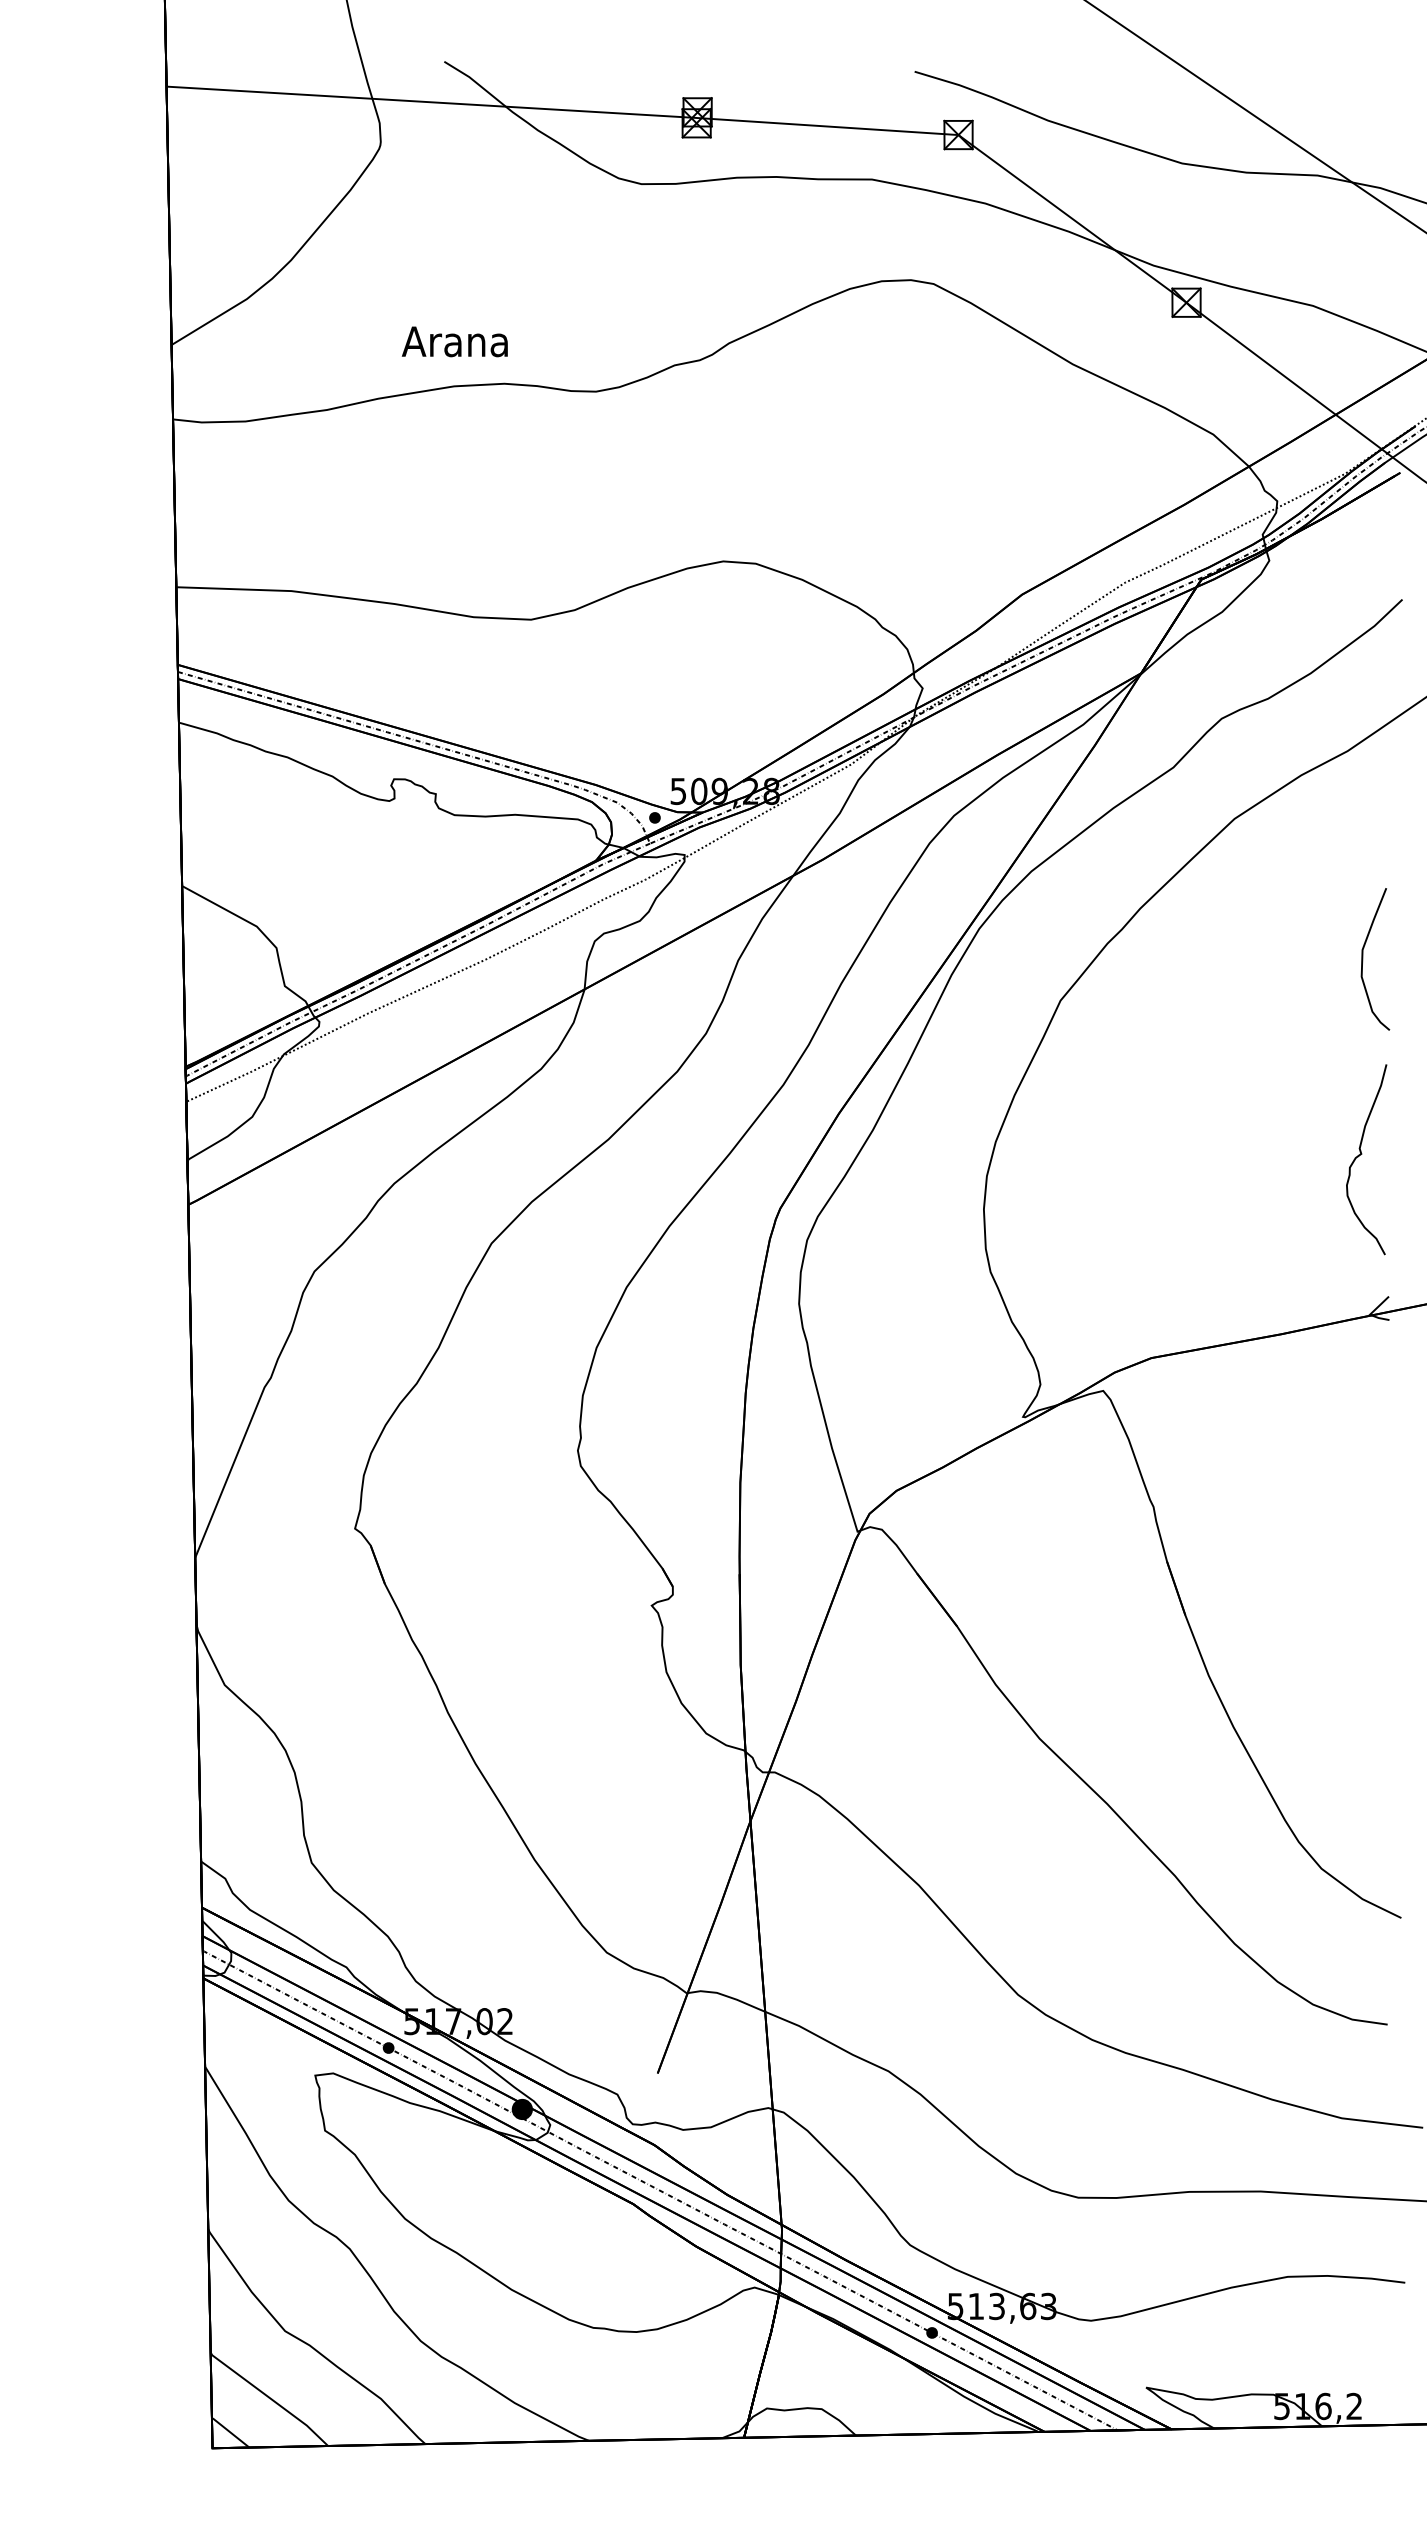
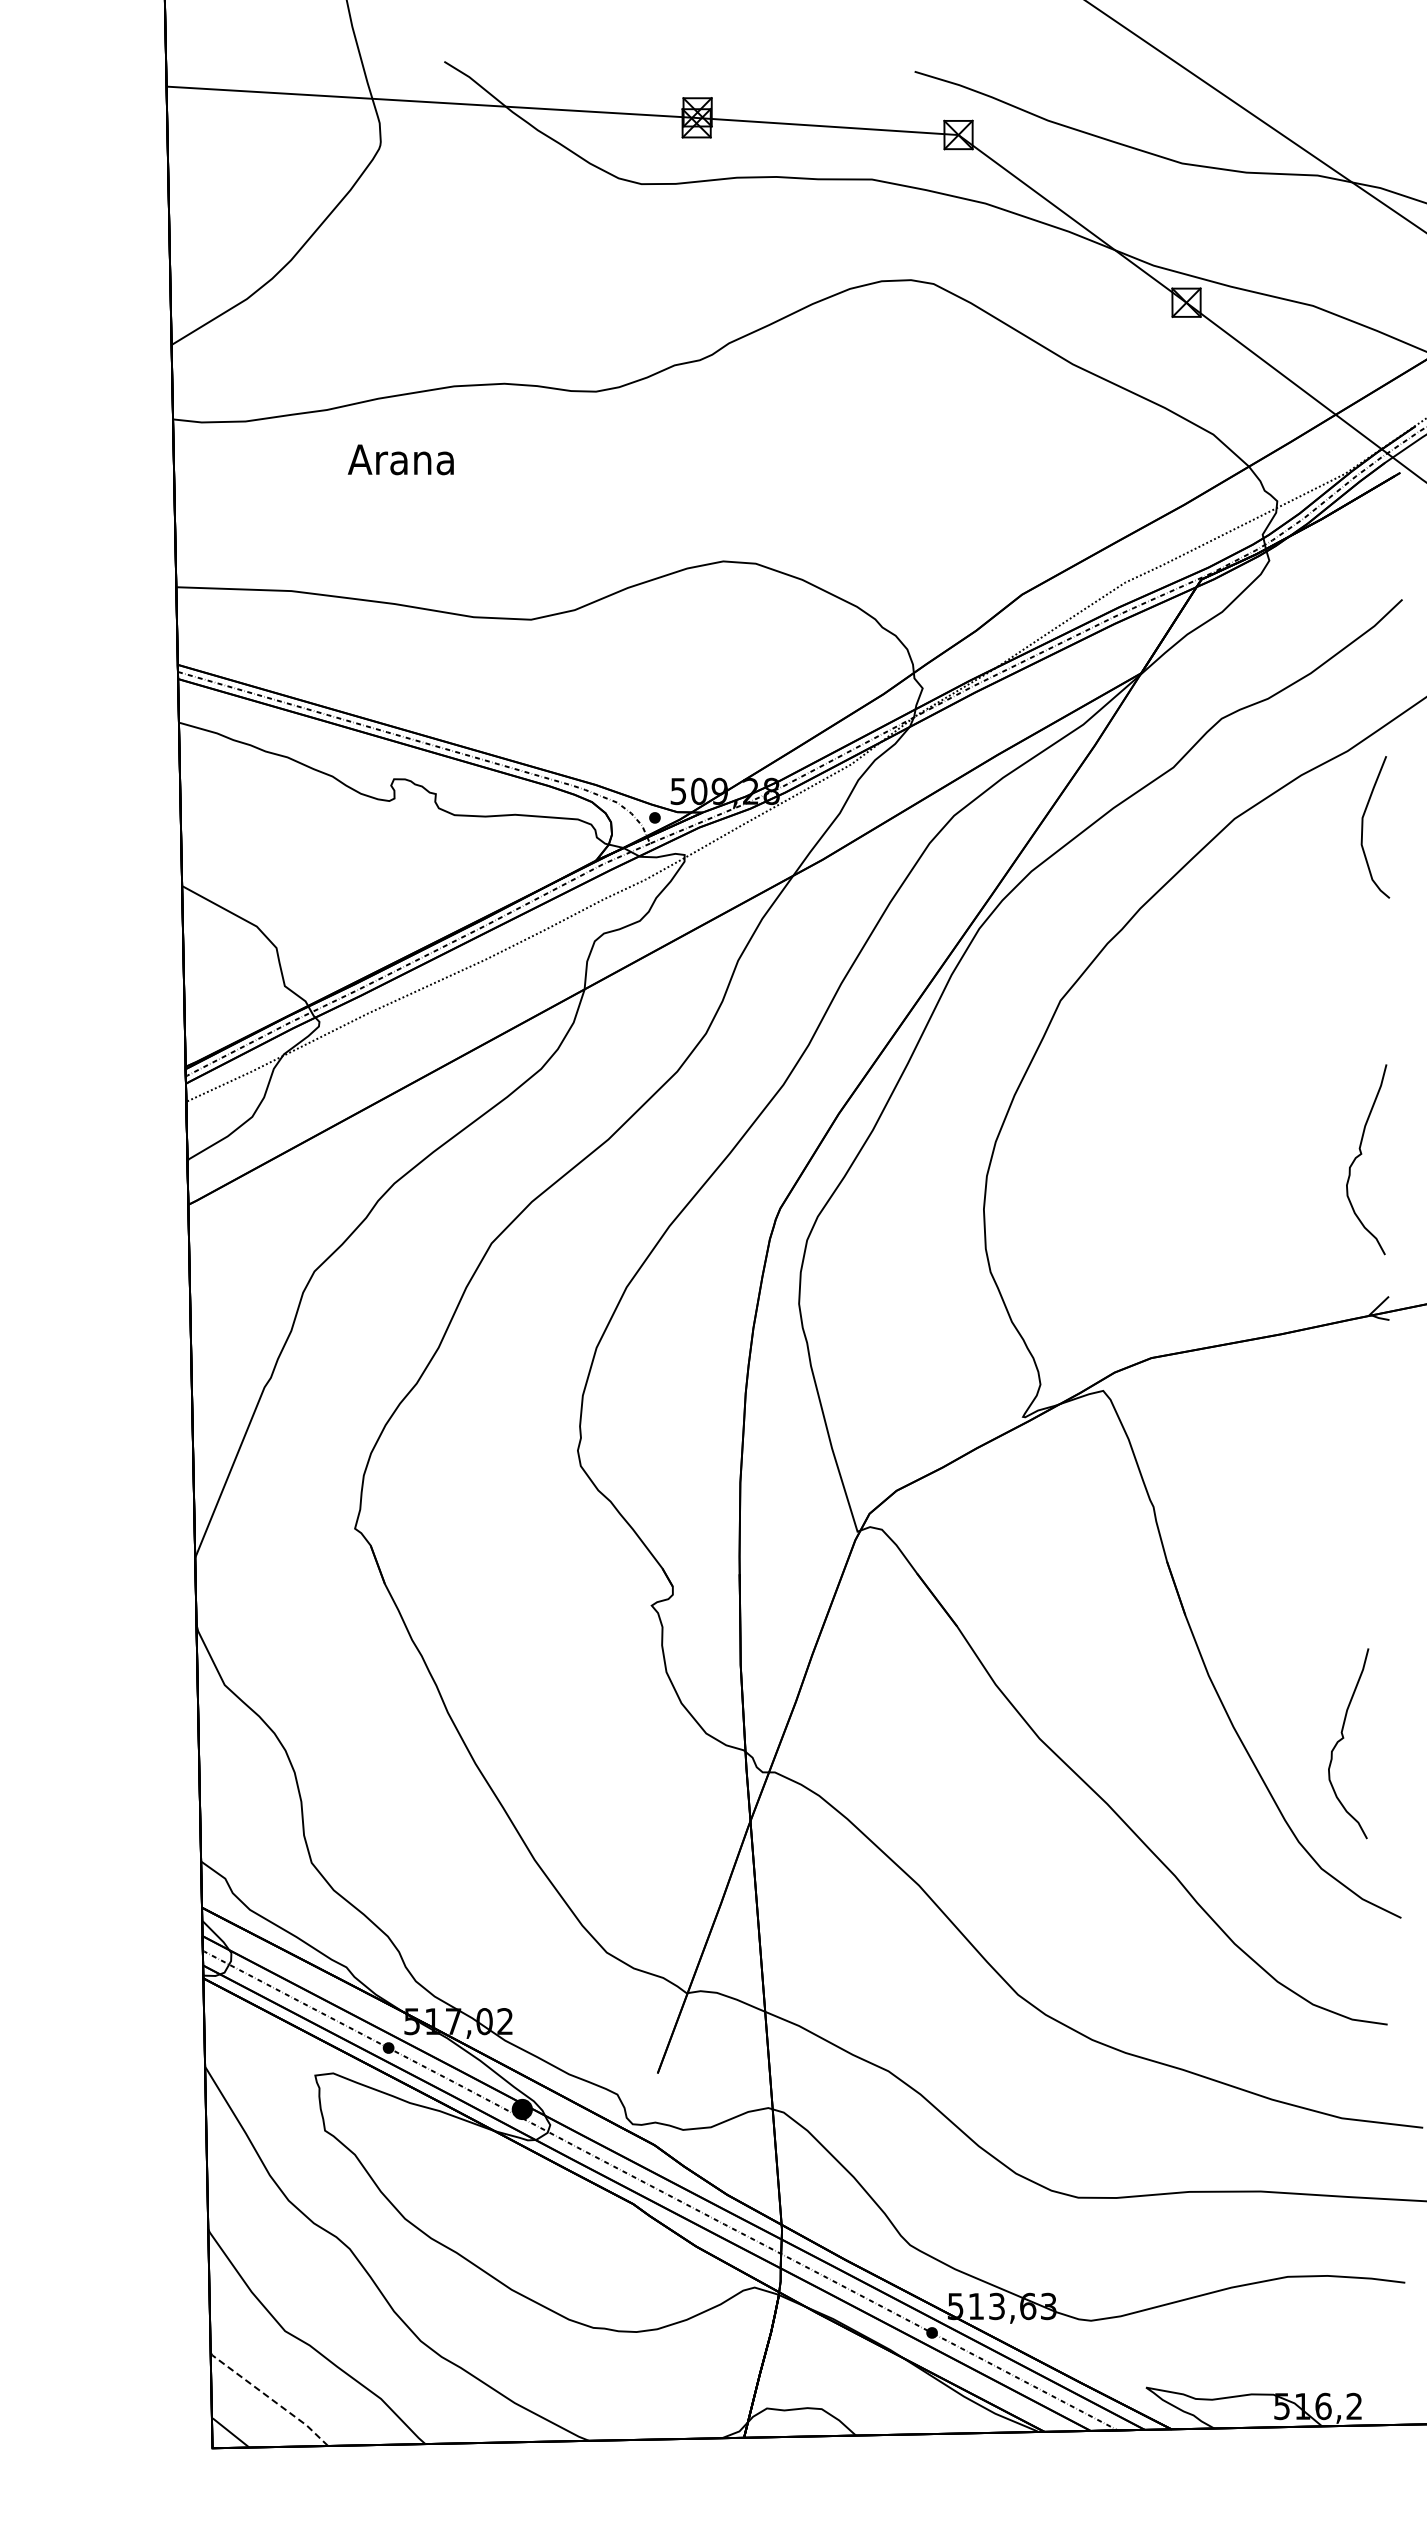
text at (454, 341) position: (454, 341) -> (400, 459)
curve at (1363, 959) position: (1363, 959) -> (1363, 827)
curve at (1344, 1738): none -> present
line at (269, 2398): solid -> dashed
